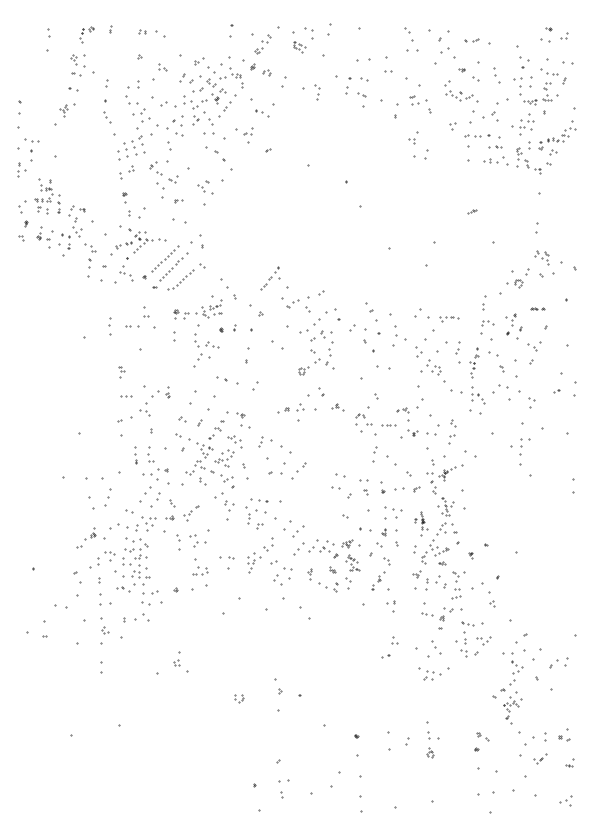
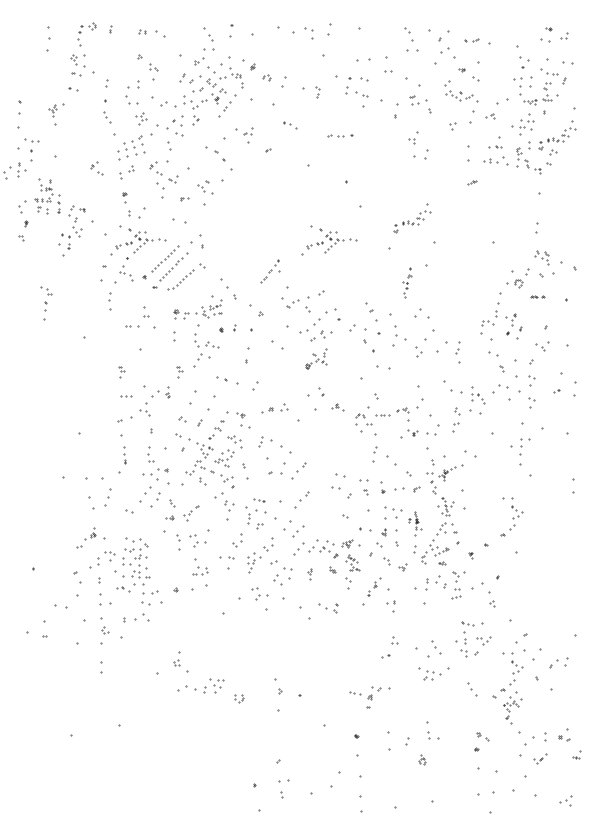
part at (48, 32) size: 4x10 px -> 4x14 px
part at (86, 34) size: 16x18 px -> 20x25 px
part at (262, 44): present -> none
part at (299, 47): present -> none
part at (162, 67) position: (162, 67) -> (153, 67)
part at (266, 72) position: (266, 72) -> (266, 77)
part at (496, 75): present -> none
part at (317, 92) size: 7x17 px -> 6x13 px
part at (361, 94) size: 10x6 px -> 14x7 px
part at (67, 110) position: (67, 110) -> (56, 110)
part at (262, 113) position: (262, 113) -> (290, 125)
part at (490, 116) size: 17x11 px -> 11x7 px
part at (141, 118) size: 19x22 px -> 13x14 px
part at (208, 122) position: (208, 122) -> (208, 38)
part at (477, 135) position: (477, 135) -> (340, 135)
part at (96, 168): none -> present
part at (7, 172): none -> present
part at (178, 201) position: (178, 201) -> (184, 199)
part at (472, 211) position: (472, 211) -> (472, 182)
part at (412, 218): none -> present
part at (44, 237): present -> none
part at (329, 240): none -> present
part at (90, 260) position: (90, 260) -> (46, 303)
part at (270, 278) position: (270, 278) -> (270, 271)
part at (484, 302) position: (484, 302) -> (497, 309)
part at (537, 308) position: (537, 308) -> (537, 296)
part at (449, 319): present -> none
part at (109, 326) position: (109, 326) -> (109, 301)
part at (534, 346) position: (534, 346) -> (542, 346)
part at (316, 358) size: 37x35 px -> 23x22 px
part at (474, 362) position: (474, 362) -> (407, 282)
part at (430, 367): present -> none
part at (179, 372): none -> present
part at (531, 380): none -> present
part at (290, 408) position: (290, 408) -> (274, 408)
part at (388, 425) position: (388, 425) -> (382, 415)
part at (452, 431) position: (452, 431) -> (456, 419)
part at (135, 455) position: (135, 455) -> (124, 455)
part at (301, 499): none -> present
part at (259, 500) size: 19x5 px -> 13x5 px
part at (511, 516): none -> present
part at (132, 523) position: (132, 523) -> (200, 685)
part at (421, 523) position: (421, 523) -> (415, 523)
part at (237, 540): none -> present
part at (416, 574) position: (416, 574) -> (402, 567)
part at (378, 580) position: (378, 580) -> (374, 586)
part at (328, 587) position: (328, 587) -> (328, 608)
part at (259, 593): none -> present
part at (441, 618) position: (441, 618) -> (369, 697)
part at (472, 689): none -> present
part at (430, 752) position: (430, 752) -> (422, 759)
part at (569, 762) position: (569, 762) -> (576, 754)
